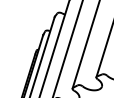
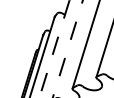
line at (54, 48): solid -> dashed
line at (67, 49): solid -> dashed
